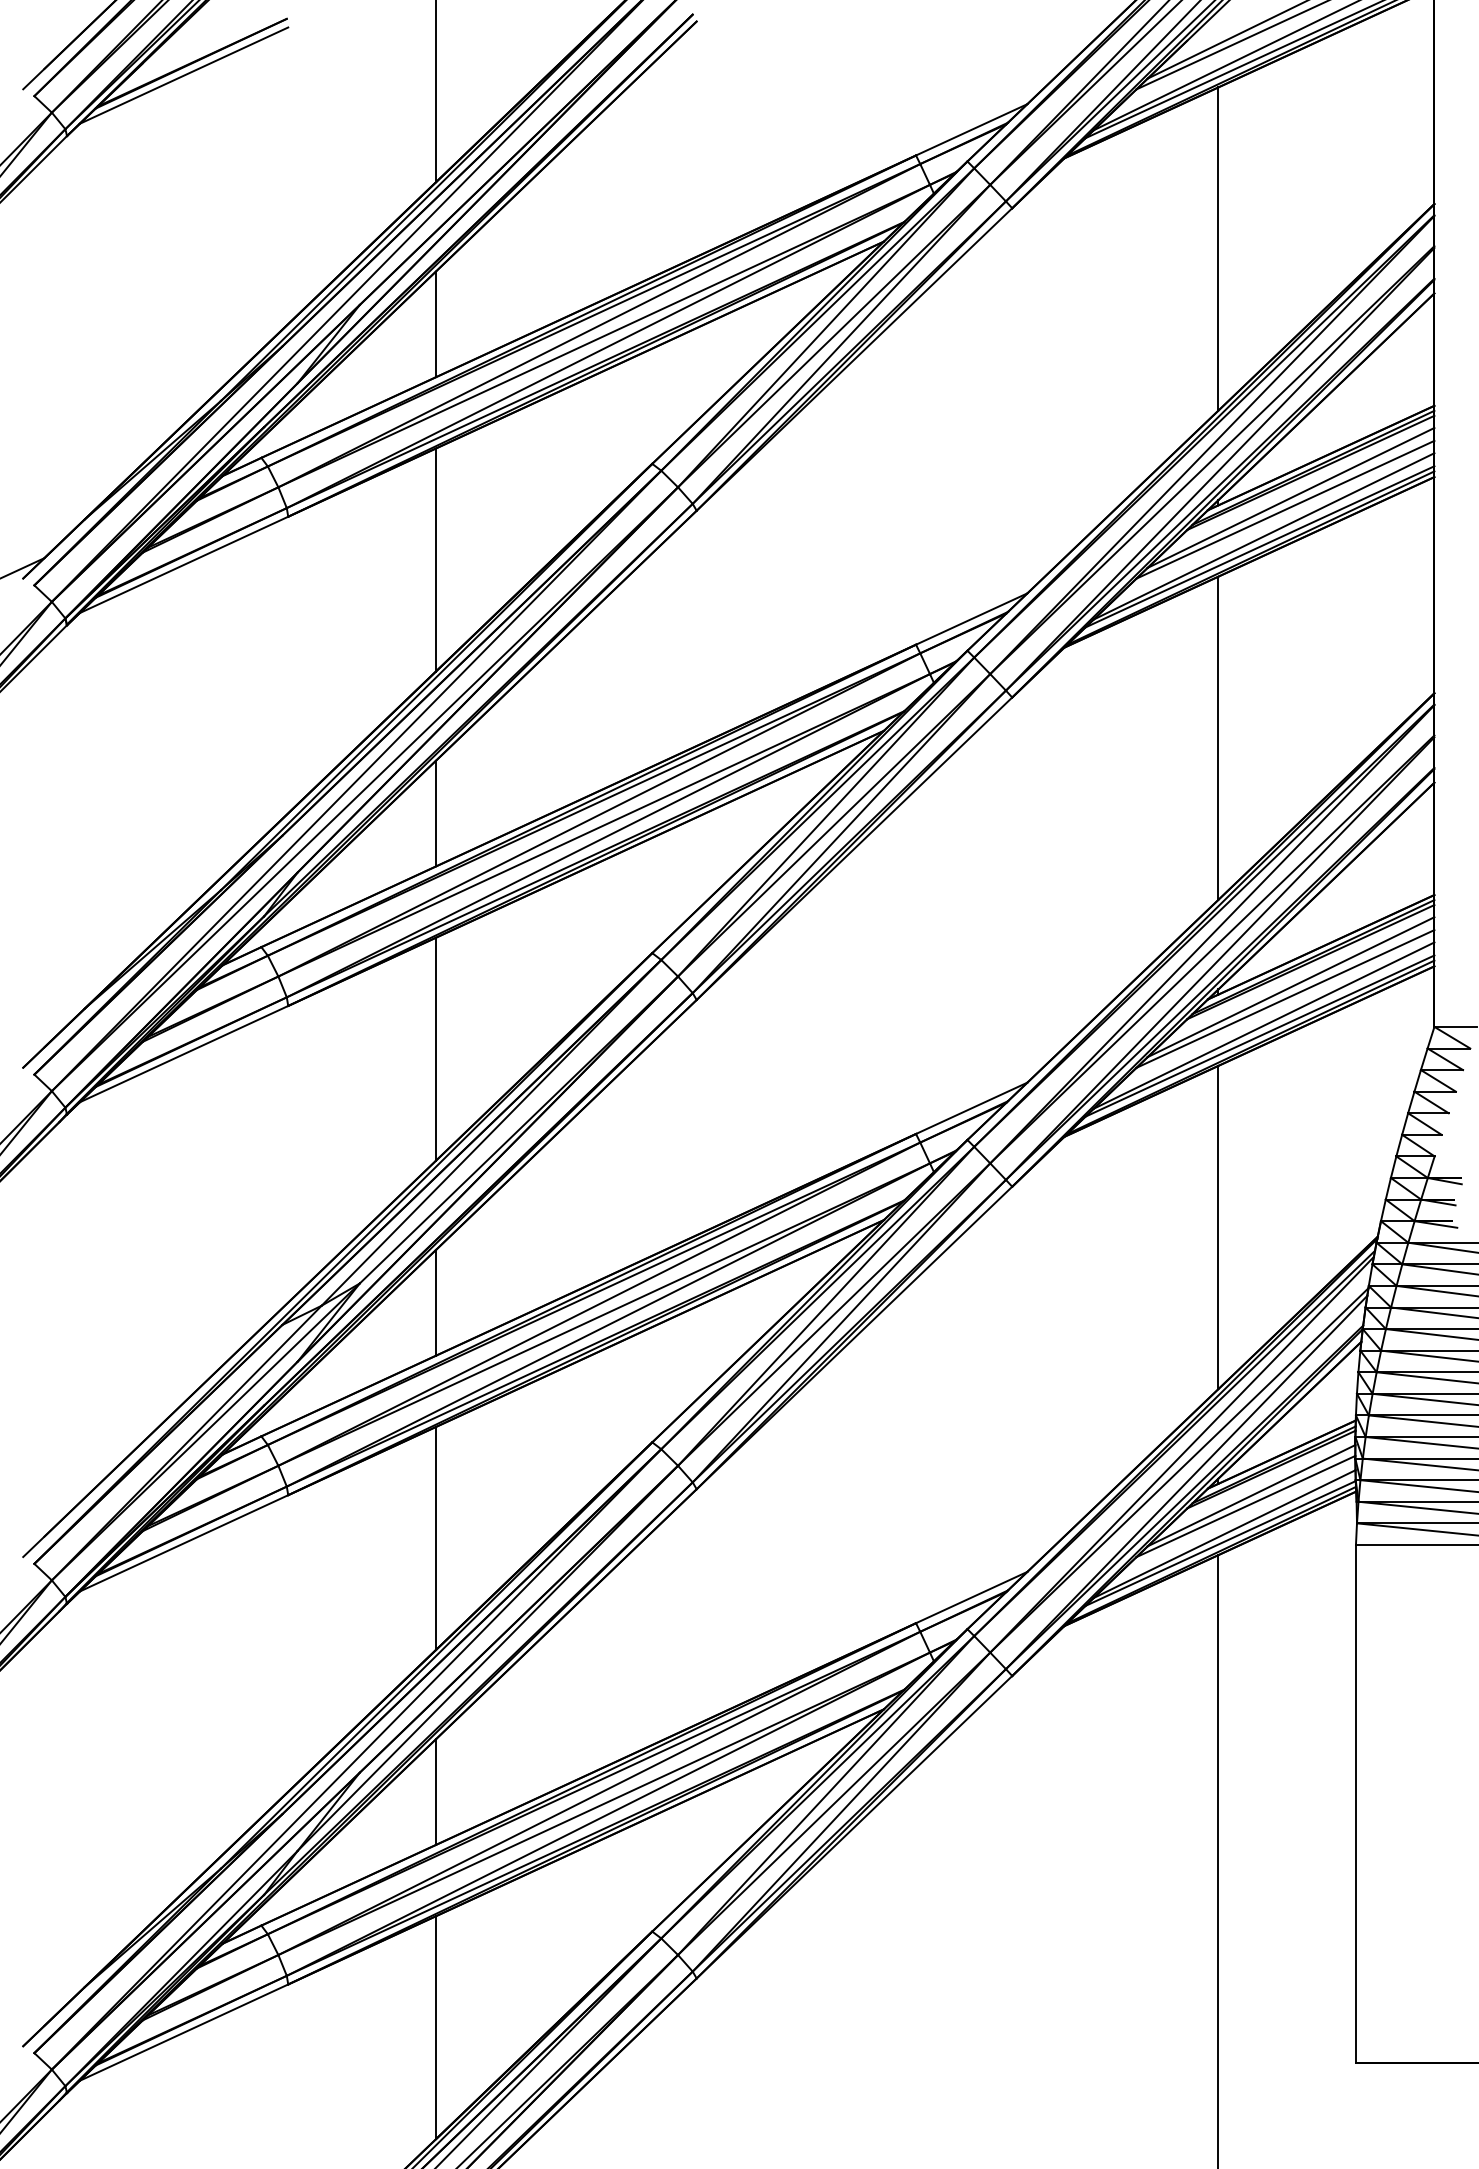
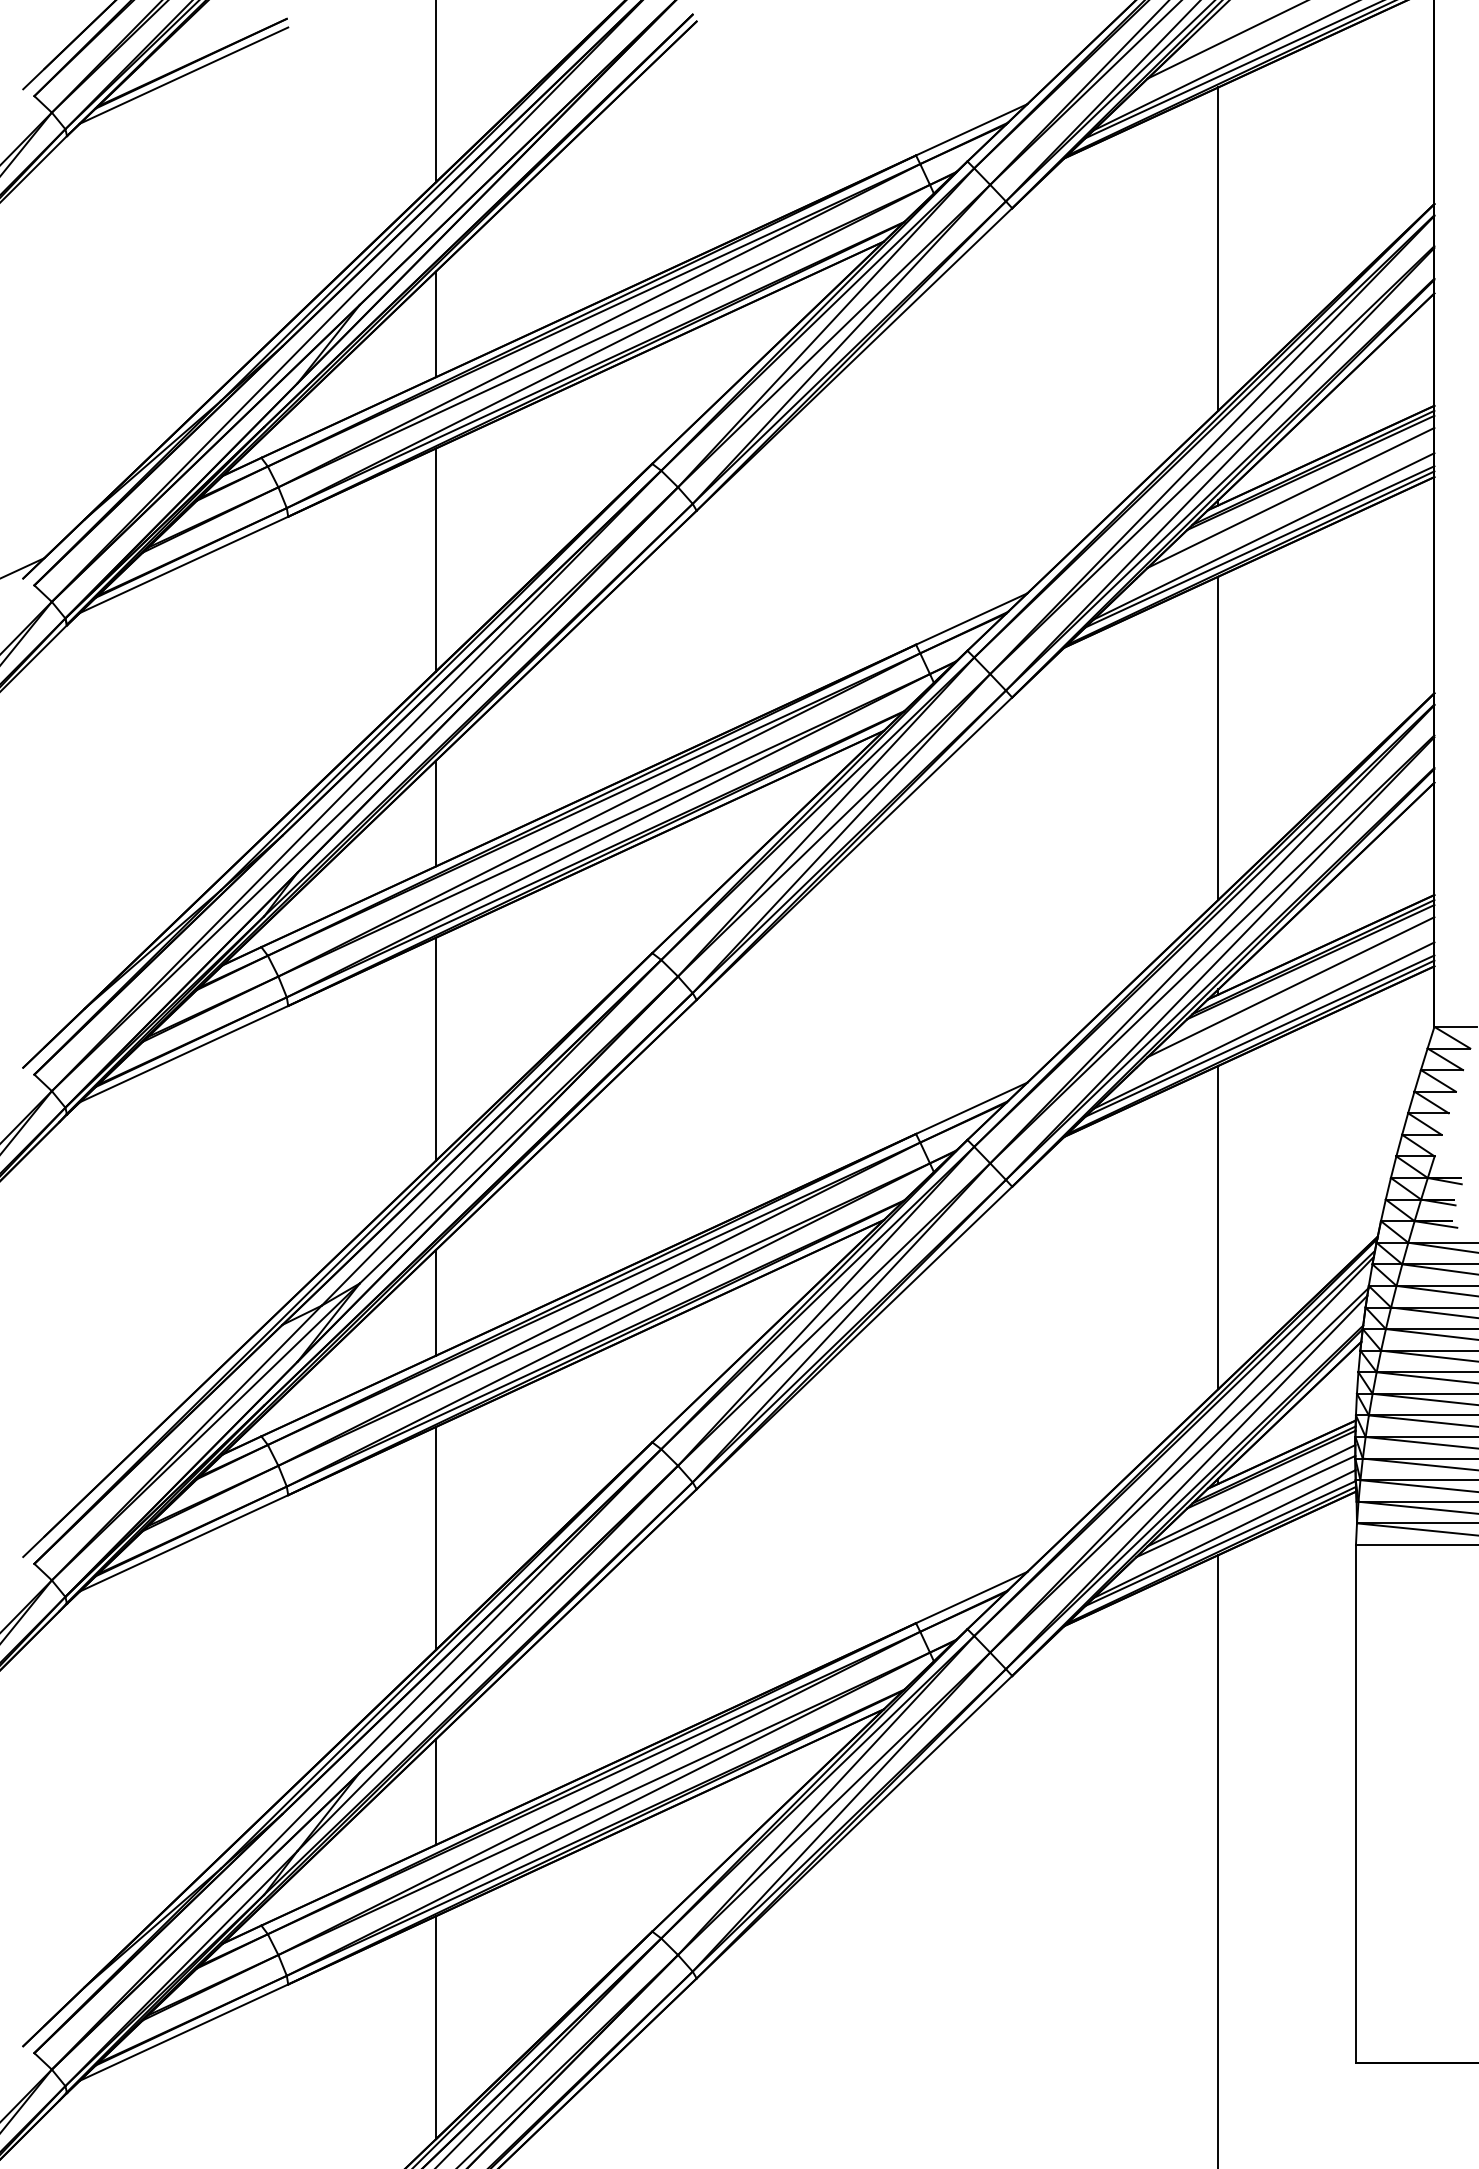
line at (1230, 45): present -> none
line at (1285, 509): present -> none
line at (1285, 998): present -> none
